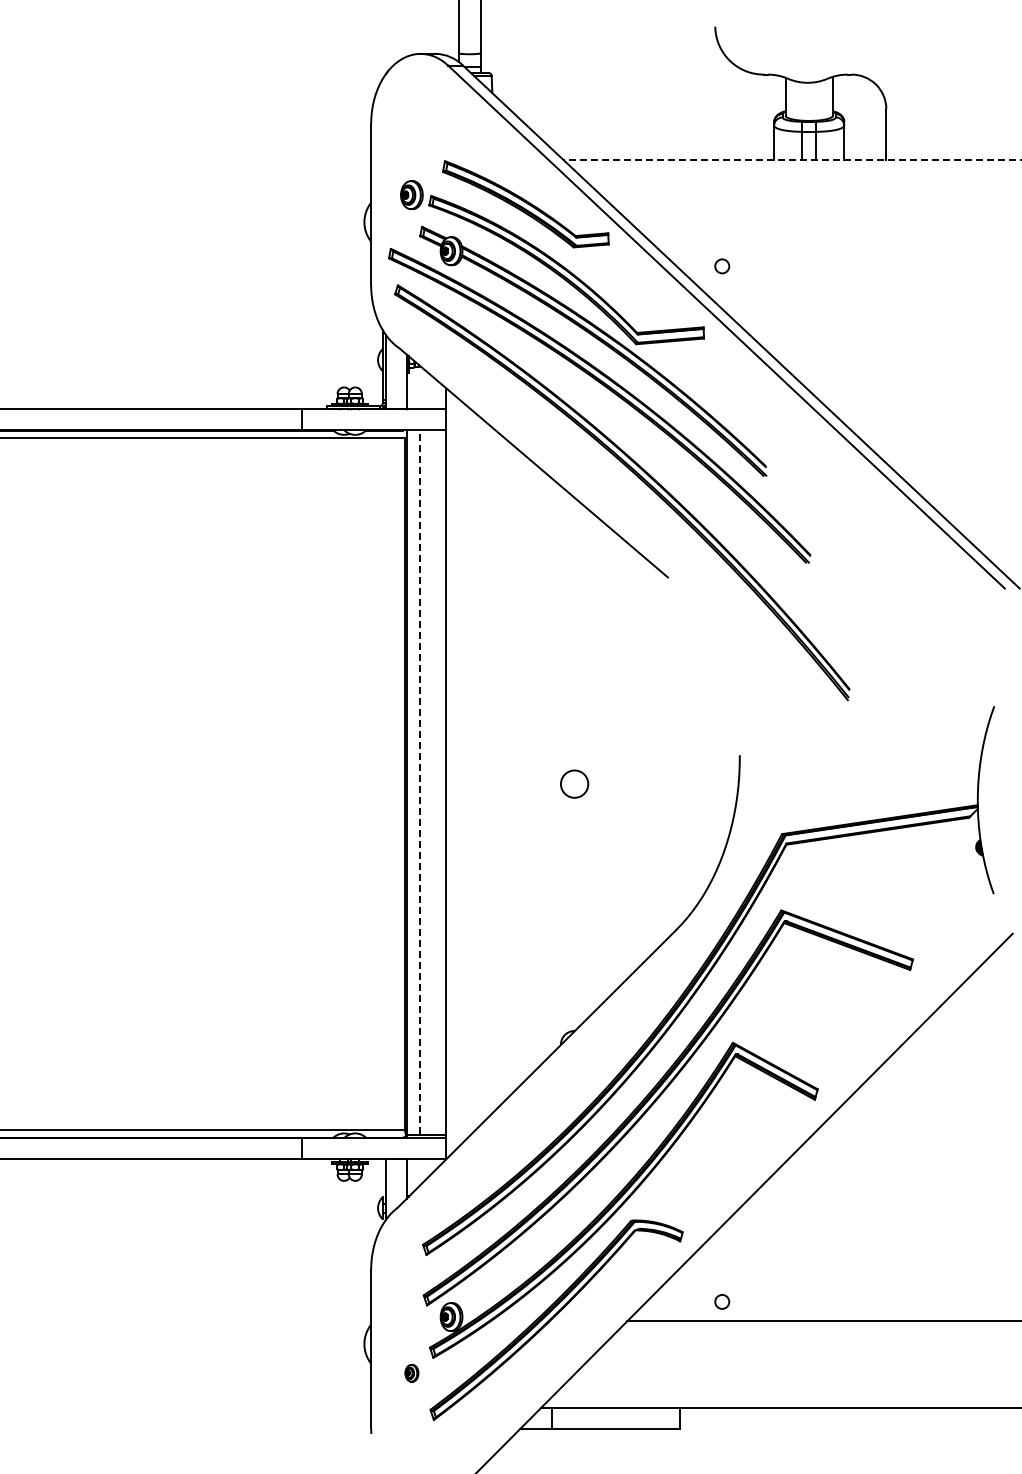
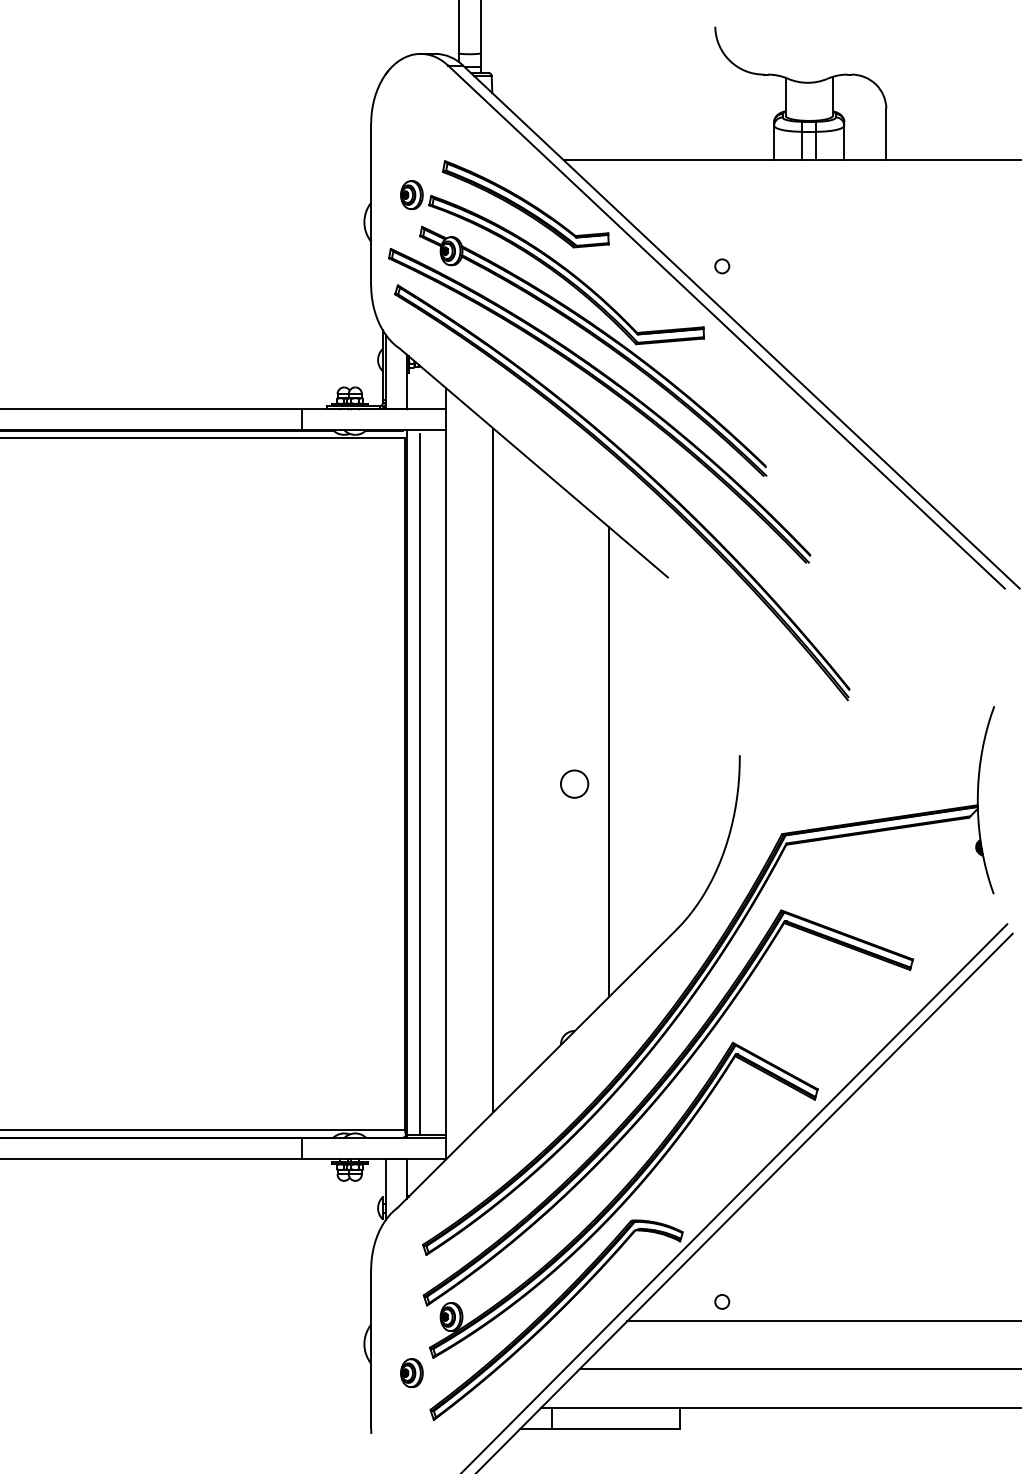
line at (792, 160): dashed -> solid
line at (608, 761): none -> present
line at (493, 770): none -> present
line at (419, 784): dashed -> solid
line at (735, 1197): none -> present
line at (799, 1368): none -> present
part at (411, 1373) size: 16x19 px -> 24x31 px
